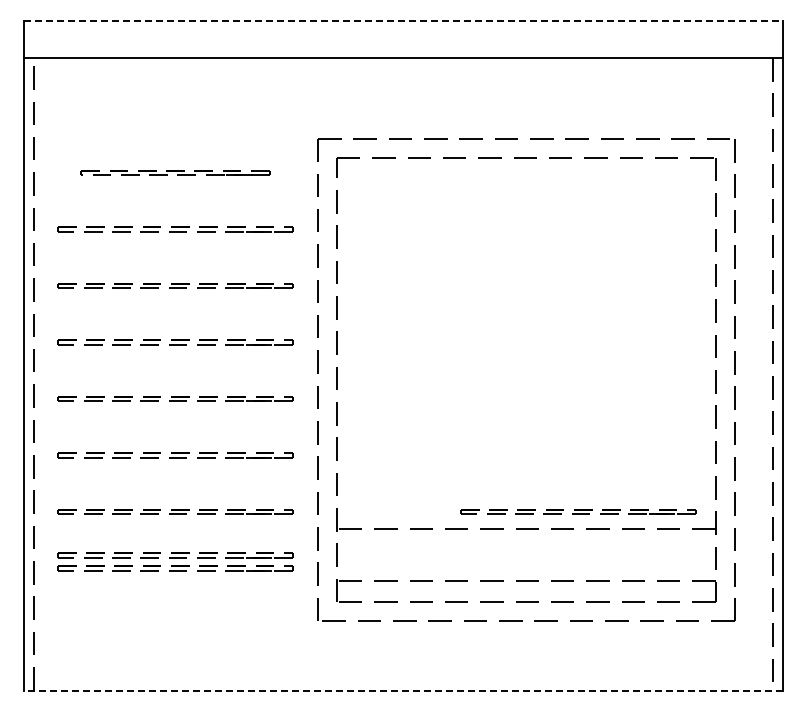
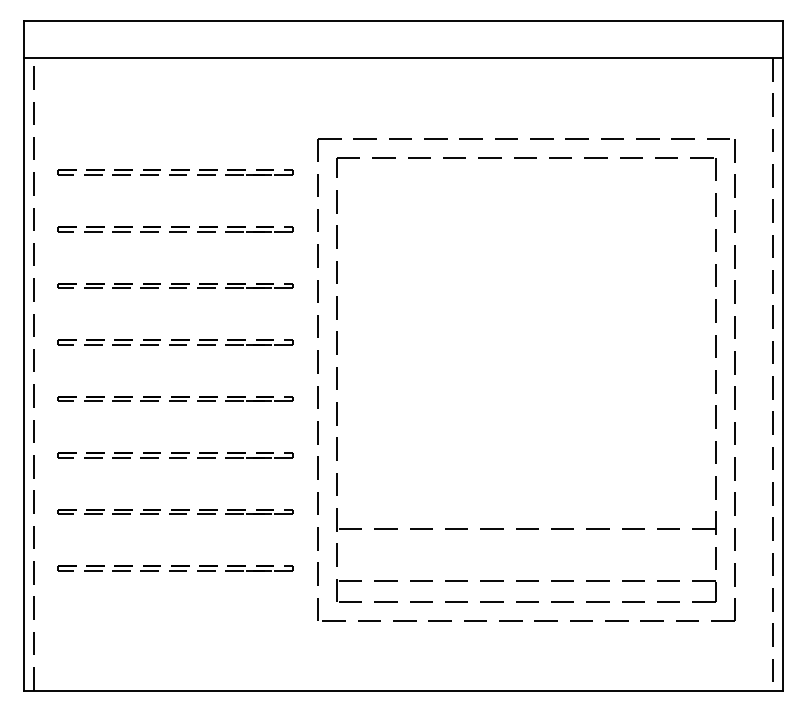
line at (403, 21): dashed -> solid
part at (175, 172) size: 191x6 px -> 237x7 px
part at (578, 511): present -> none
part at (175, 555): present -> none
line at (403, 690): dashed -> solid
